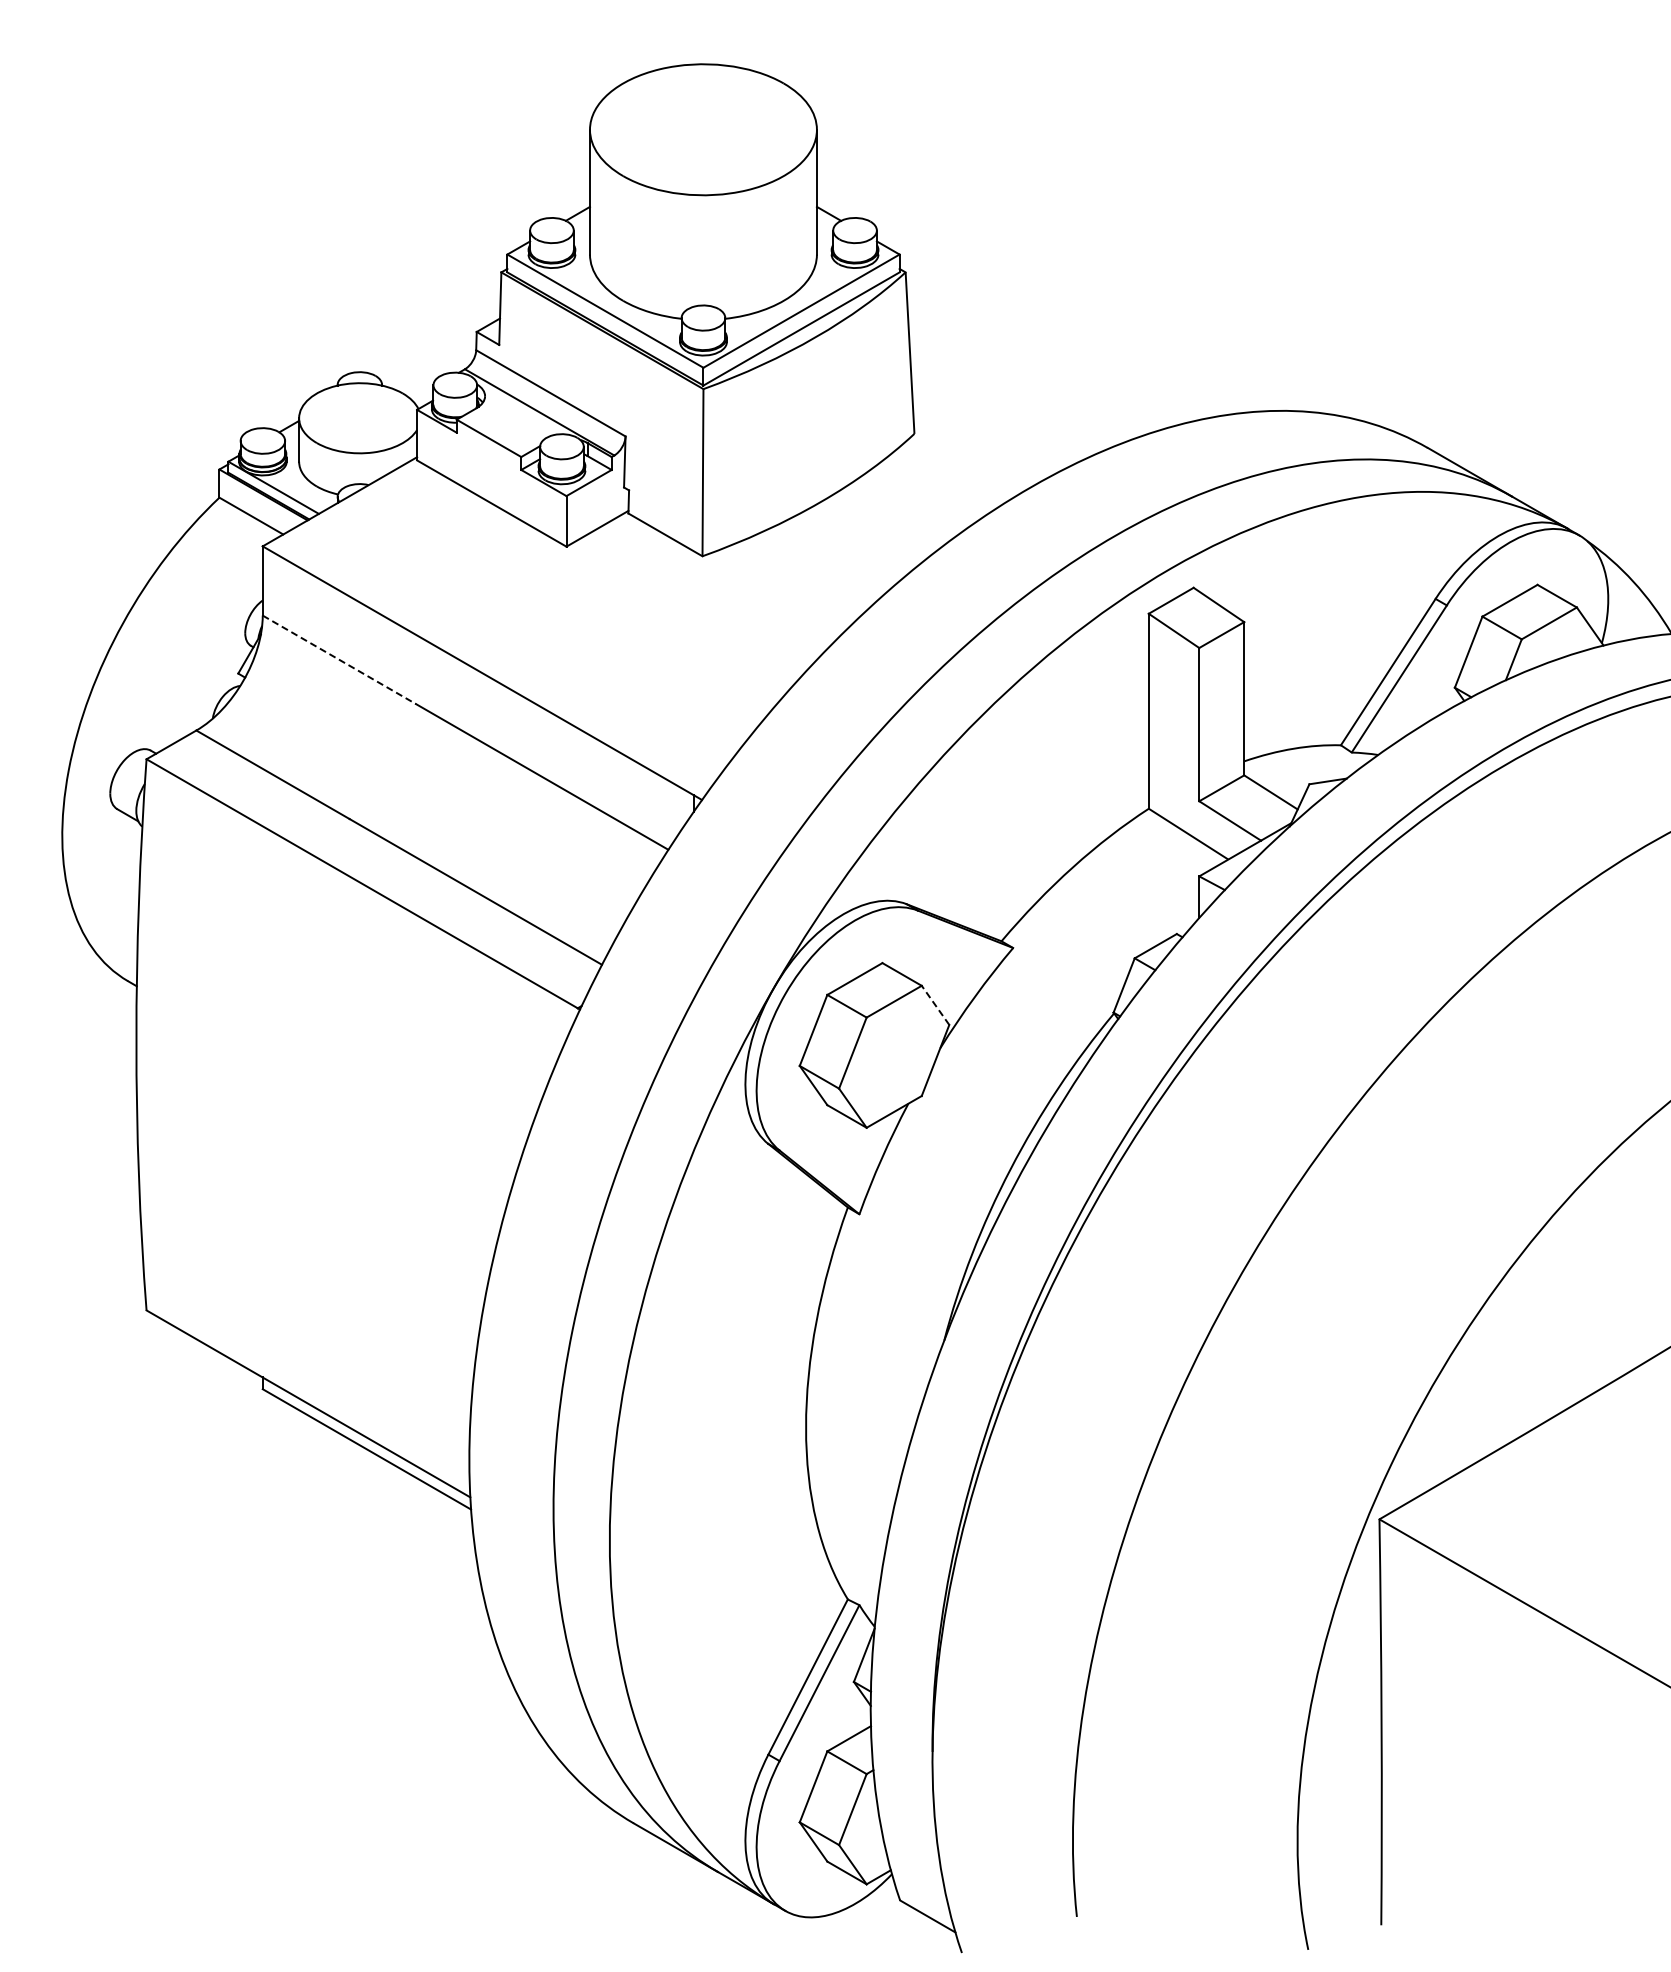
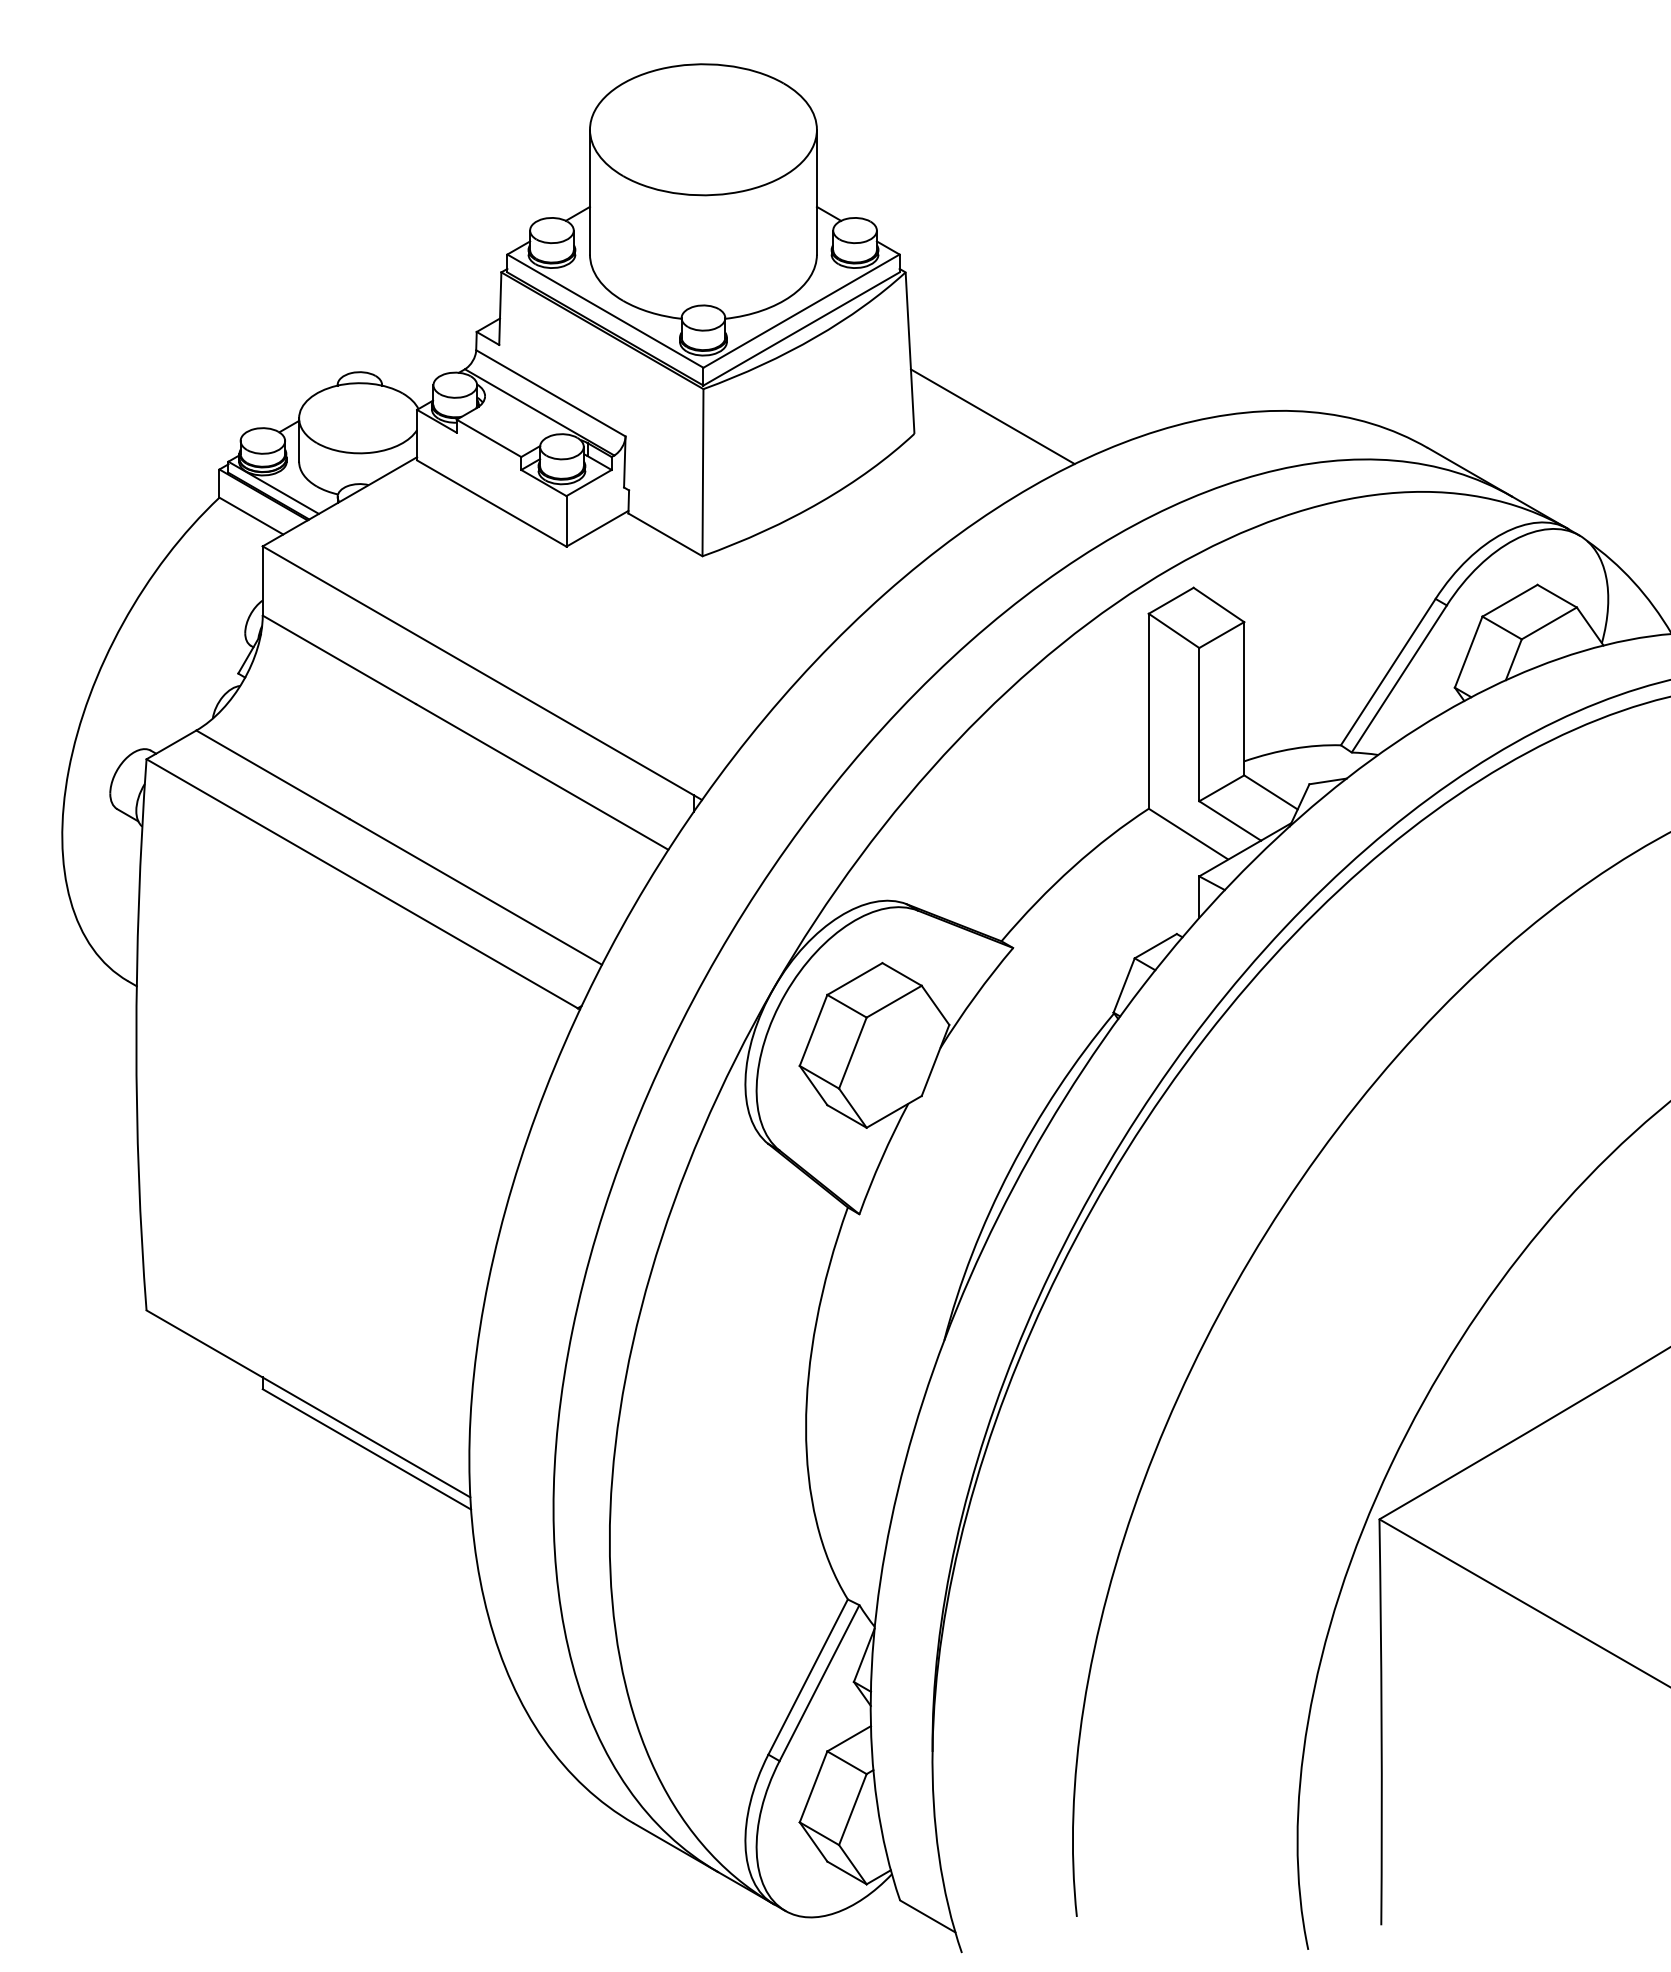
line at (992, 416): none -> present
line at (339, 660): dashed -> solid
line at (935, 1005): dashed -> solid
